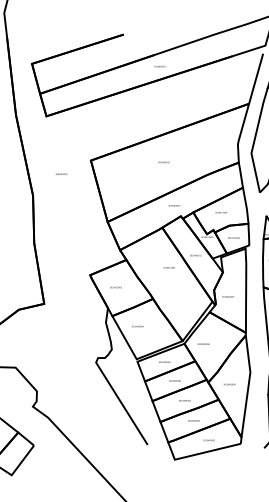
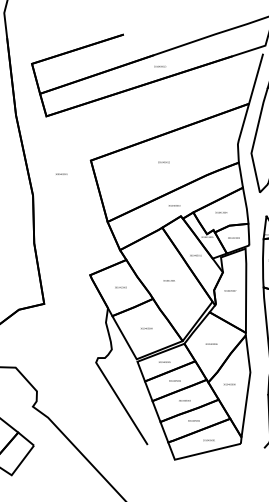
text at (168, 267) position: (168, 267) -> (168, 280)
text at (115, 287) position: (115, 287) -> (120, 287)
text at (228, 296) position: (228, 296) -> (230, 290)
text at (137, 326) position: (137, 326) -> (146, 328)
text at (203, 343) position: (203, 343) -> (211, 343)
